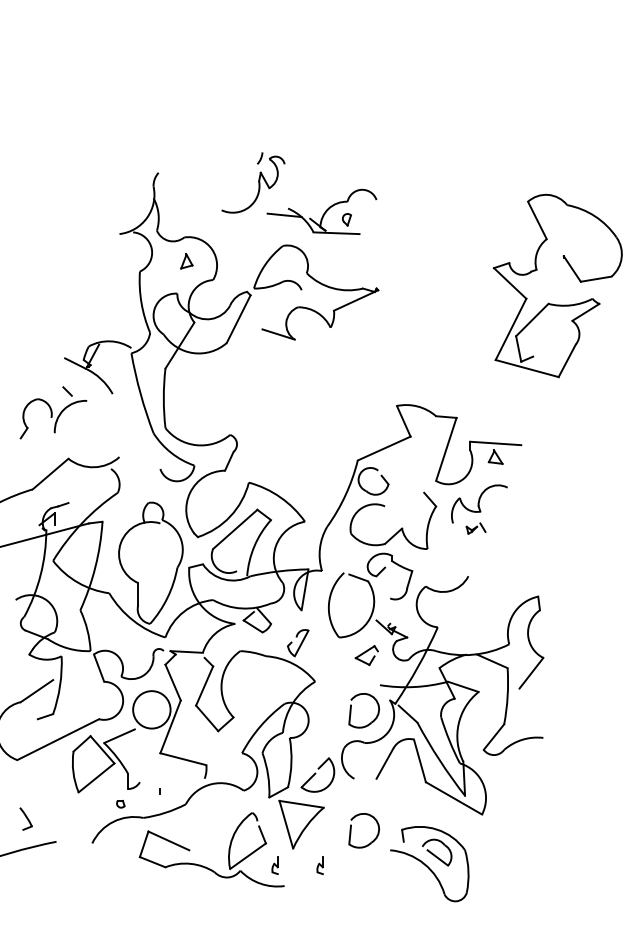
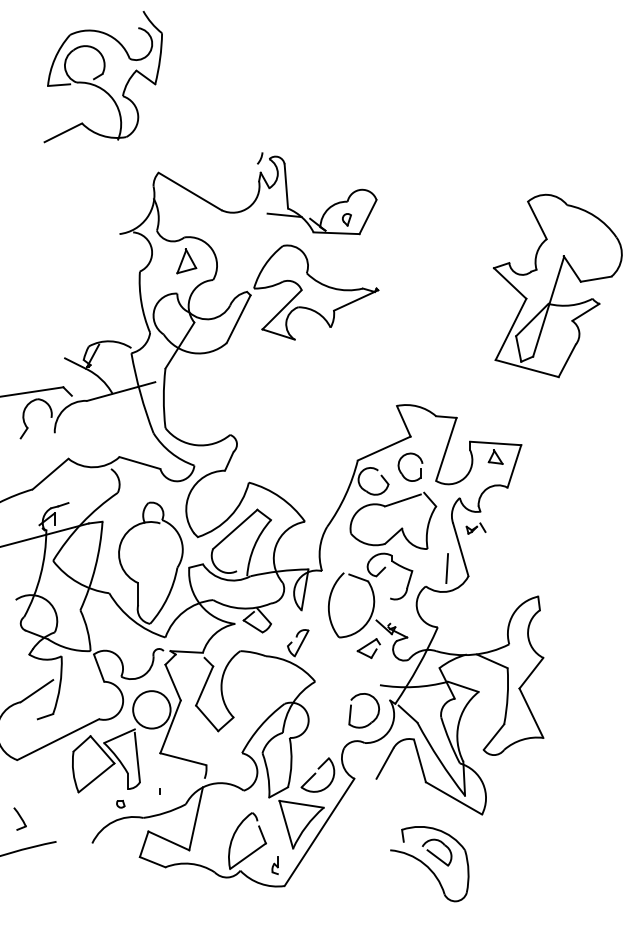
part at (102, 77): none -> present
line at (286, 186): none -> present
line at (189, 191): none -> present
line at (367, 217): none -> present
part at (186, 261) size: 14x17 px -> 22x27 px
line at (548, 306): none -> present
line at (281, 309): none -> present
line at (32, 391): none -> present
line at (121, 391): none -> present
line at (139, 463): none -> present
line at (514, 466): none -> present
part at (420, 468): none -> present
line at (402, 500): none -> present
line at (460, 549): none -> present
line at (447, 568): none -> present
part at (366, 655) position: (366, 655) -> (368, 648)
line at (531, 712): none -> present
line at (136, 757): none -> present
part at (25, 818) position: (25, 818) -> (19, 818)
line at (195, 818): none -> present
part at (351, 830): present -> none
line at (319, 832): none -> present
part at (319, 865): present -> none
